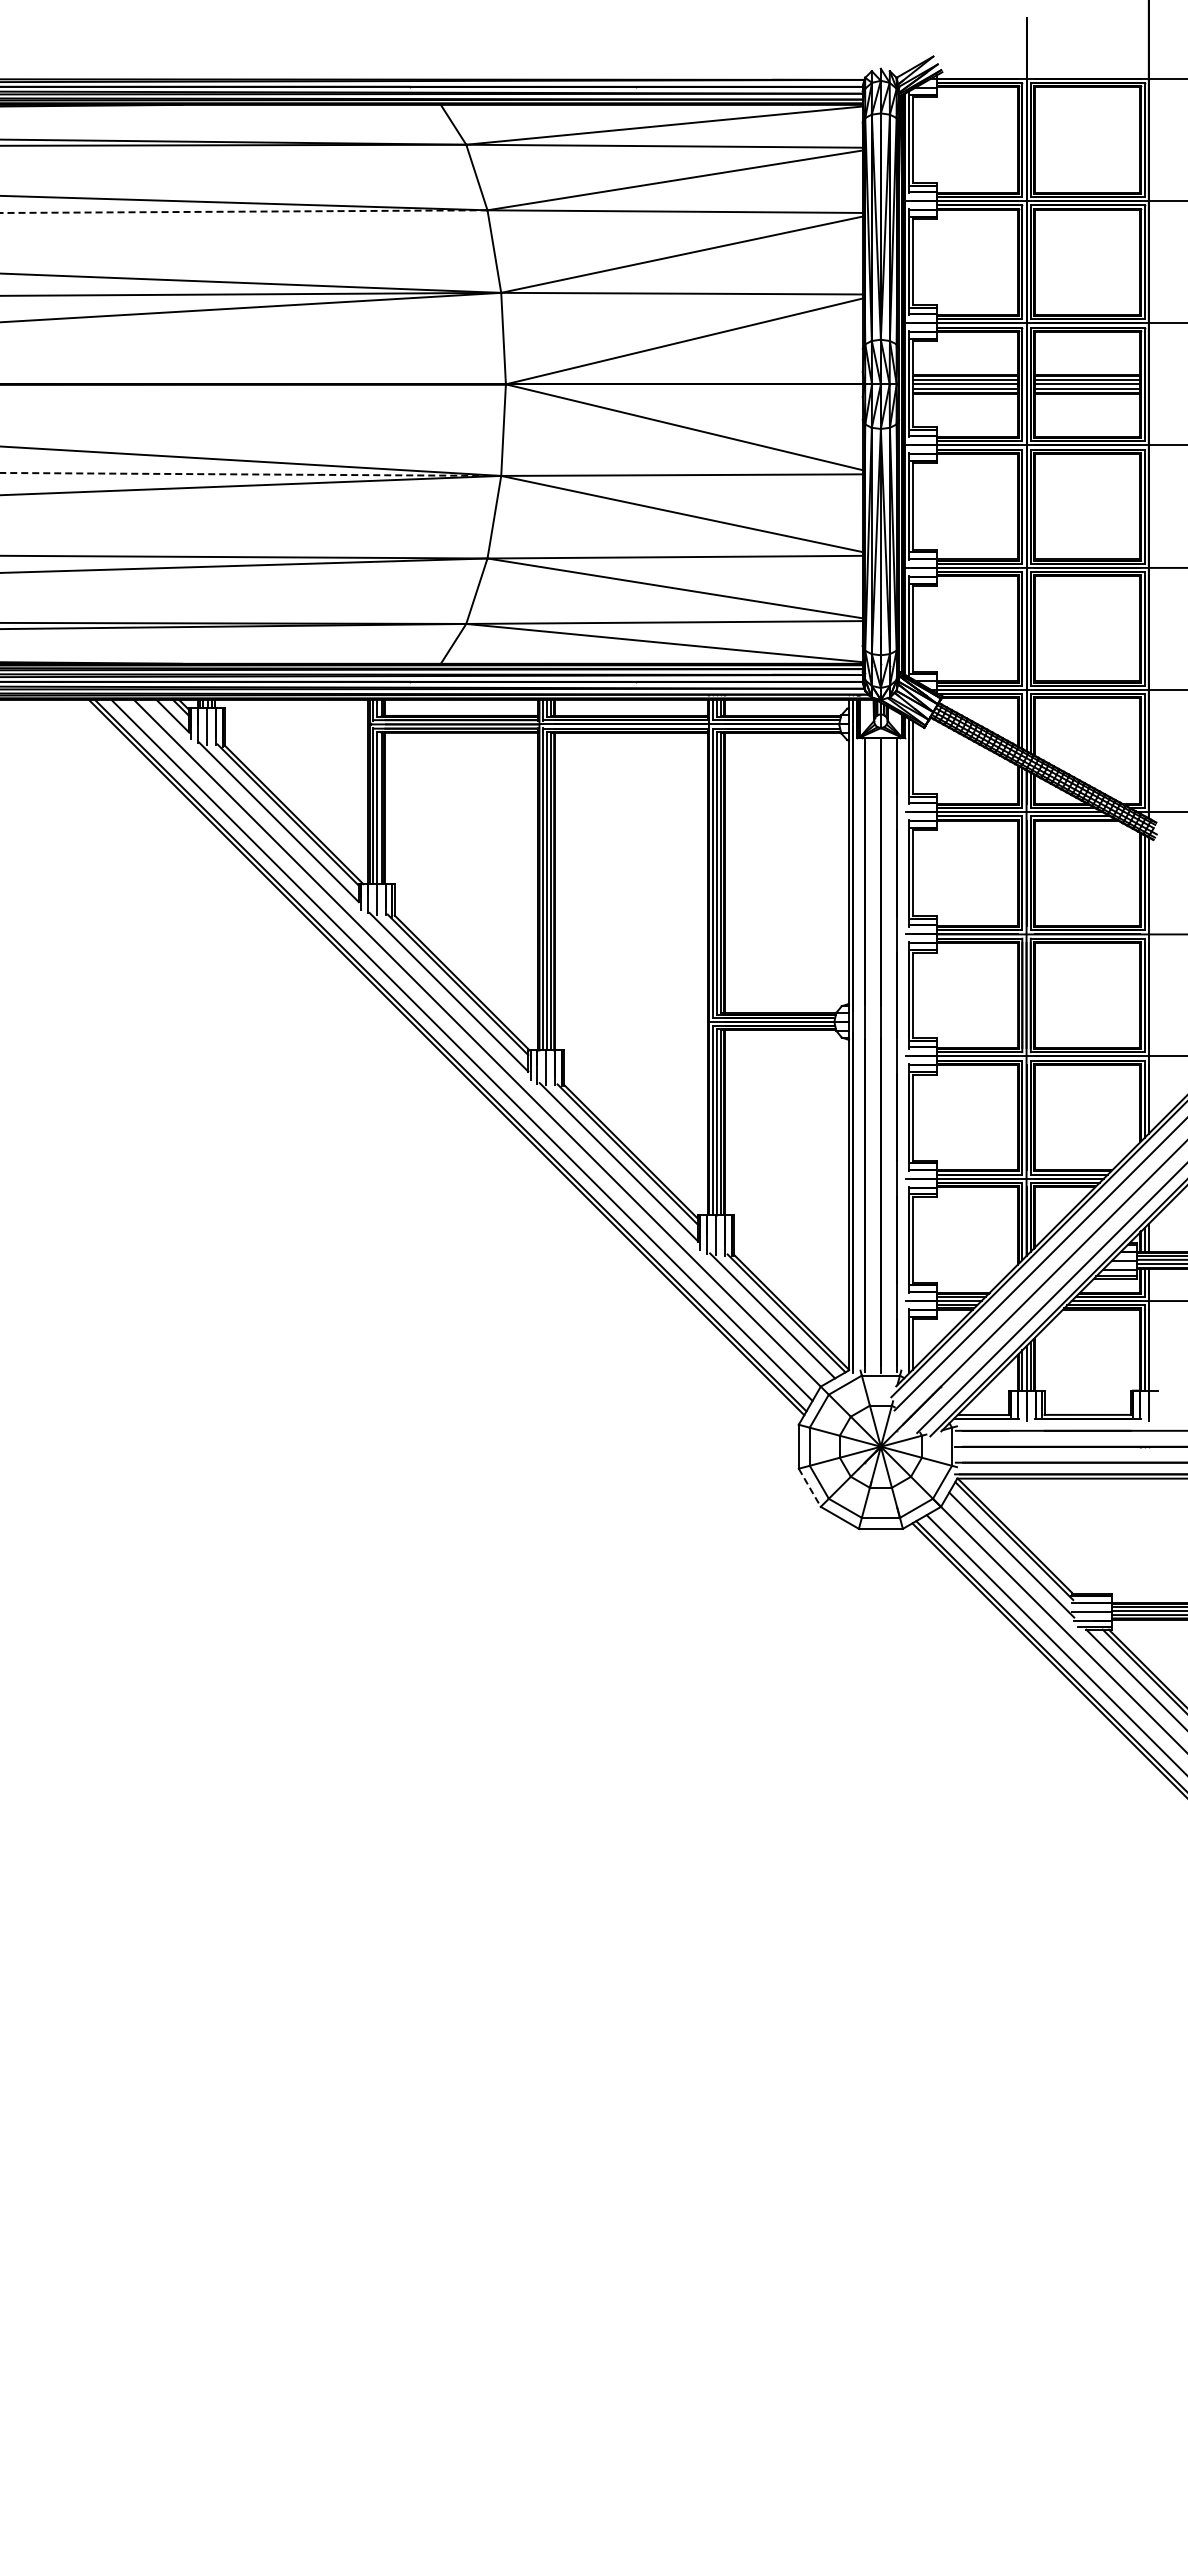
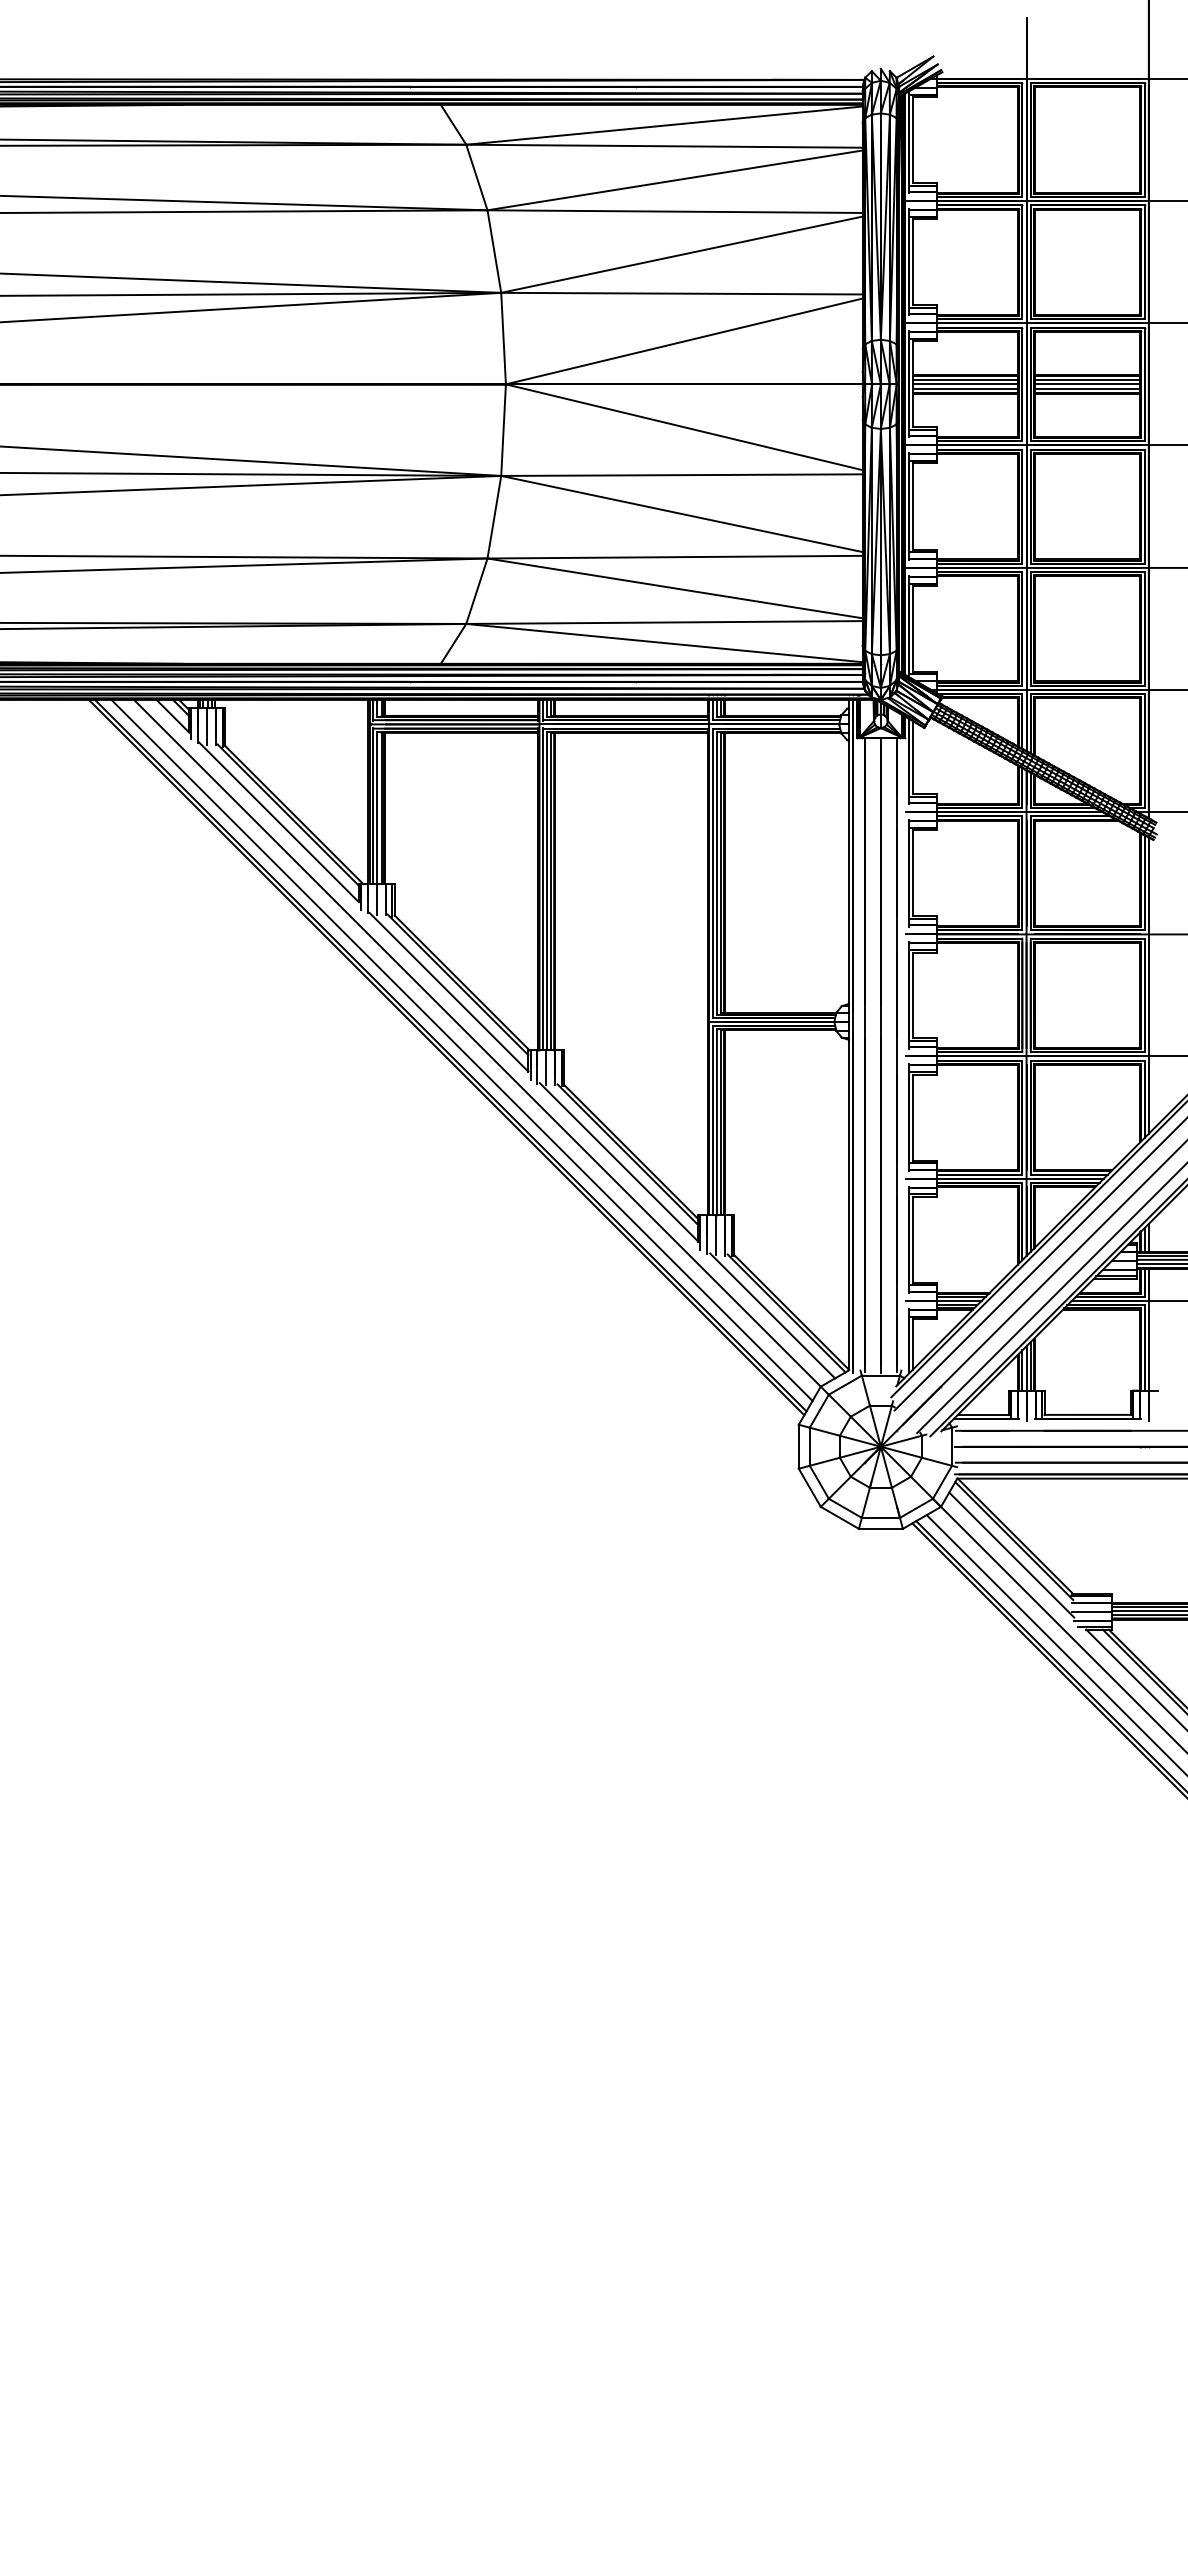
line at (243, 211): dashed -> solid
line at (250, 474): dashed -> solid
line at (810, 1488): dashed -> solid
